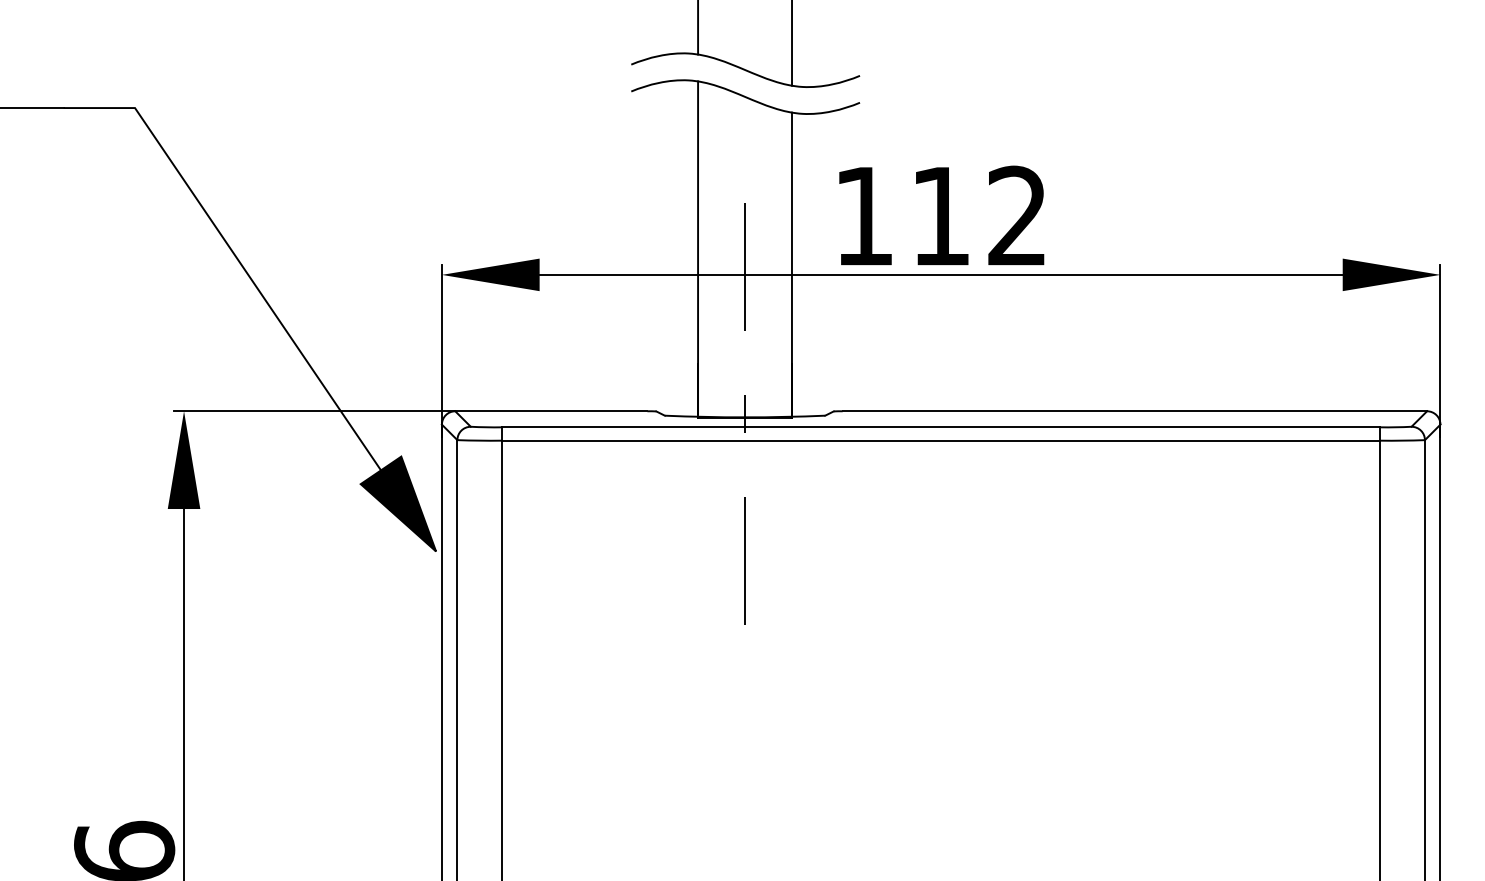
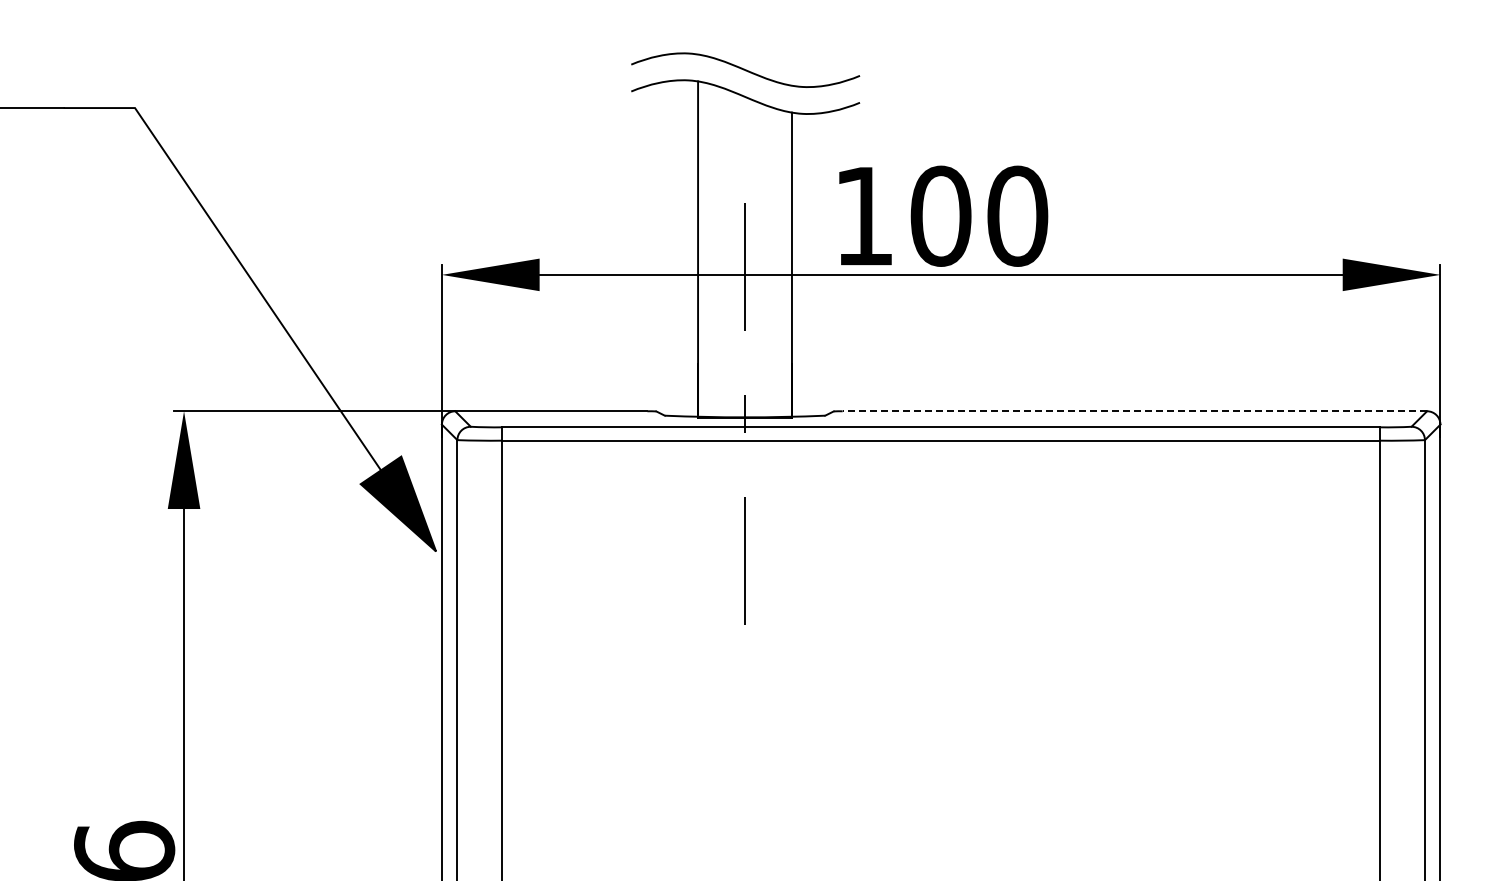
line at (698, 28): present -> none
line at (792, 43): present -> none
text at (979, 215): 112 -> 100
line at (1134, 411): solid -> dashed
